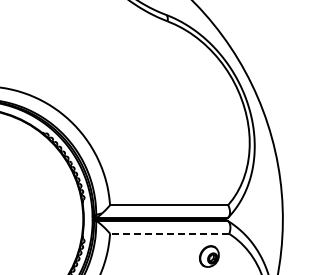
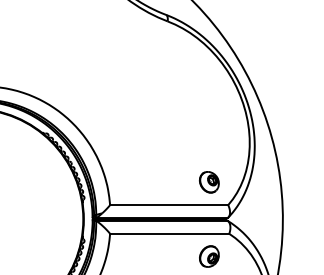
part at (209, 182): none -> present
line at (169, 233): dashed -> solid
